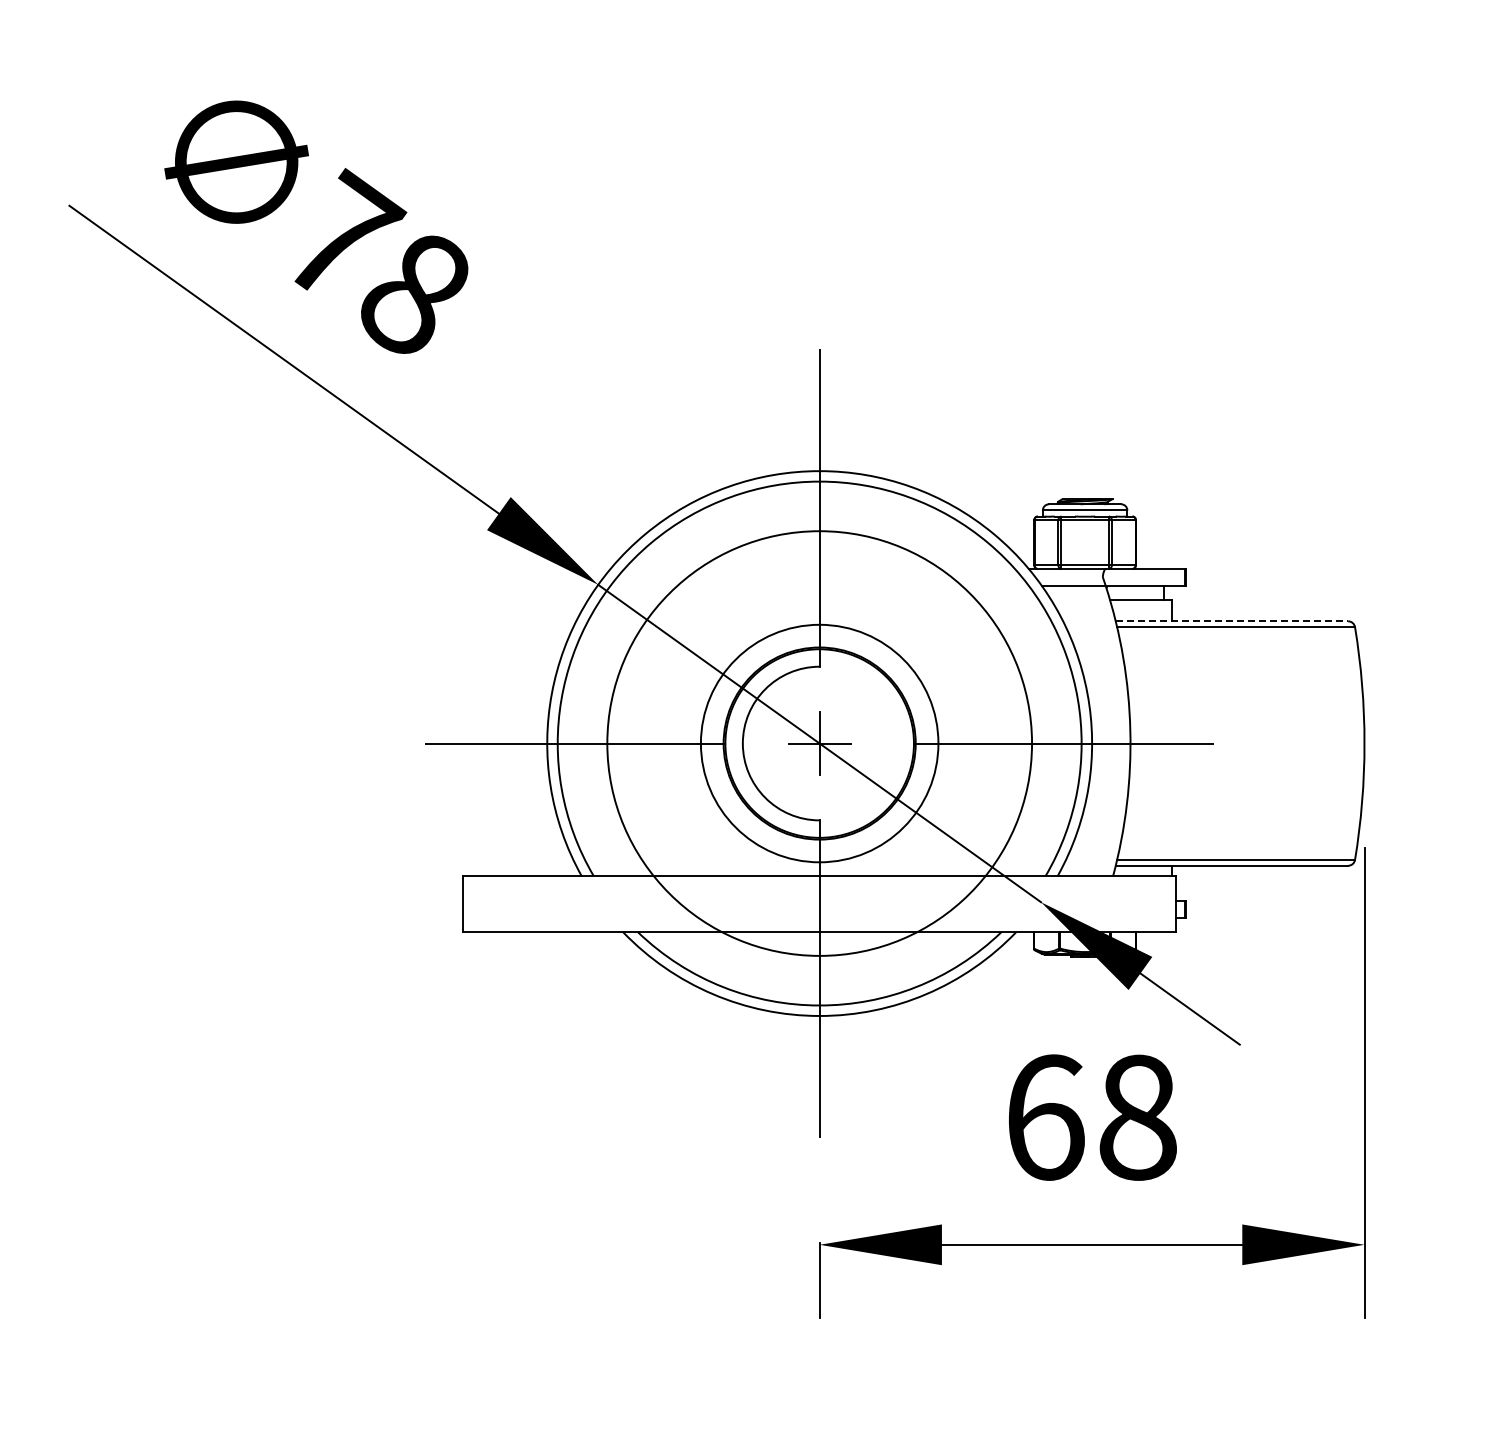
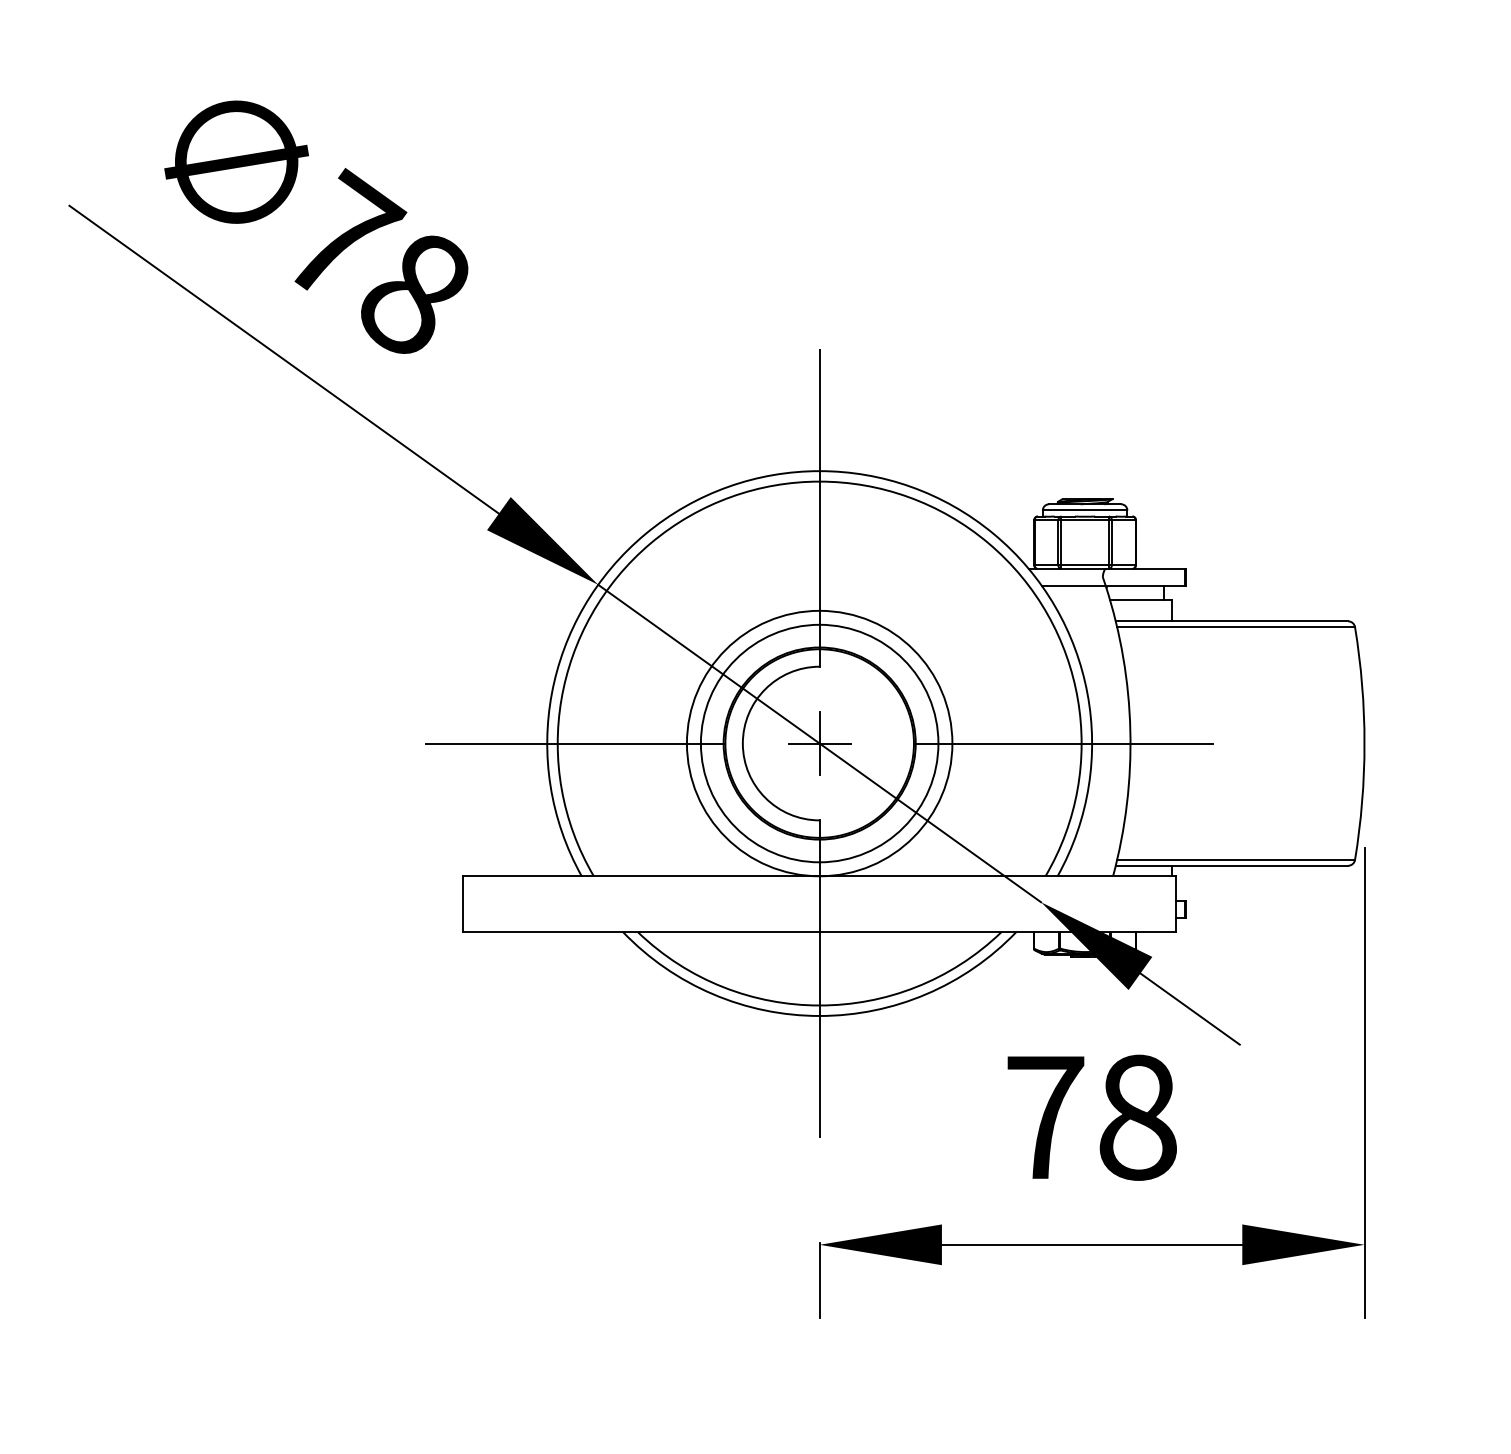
line at (1232, 621): dashed -> solid
circle at (819, 743) diameter: 425 px -> 265 px
text at (1045, 1117): 68 -> 78
